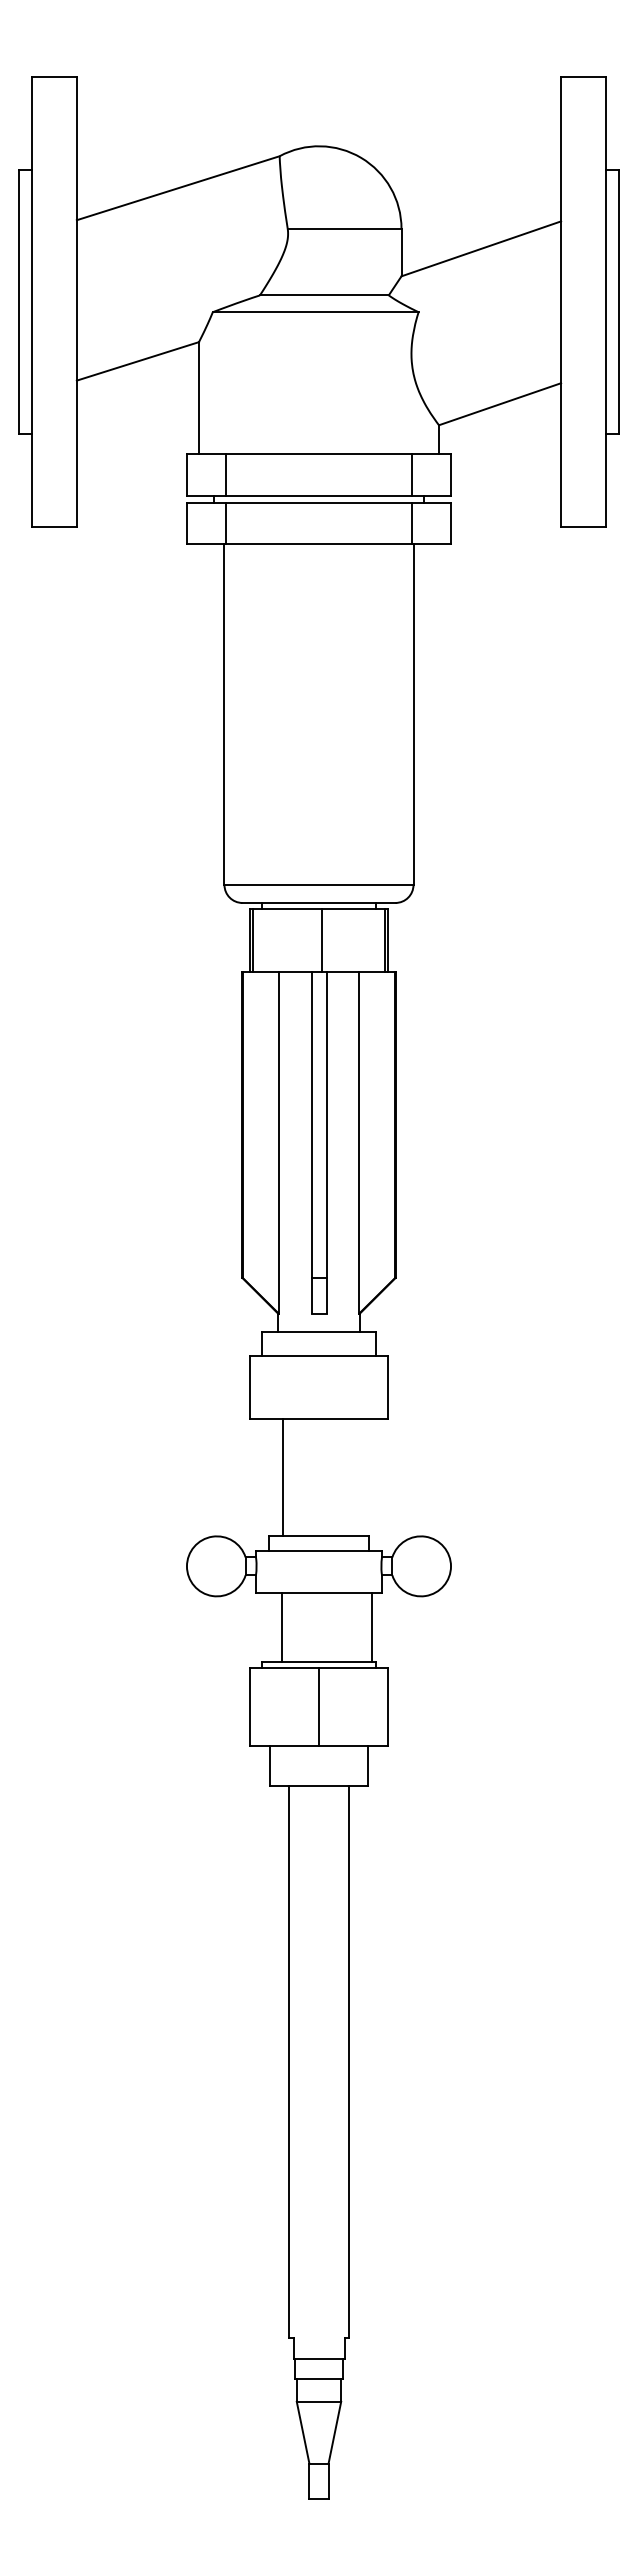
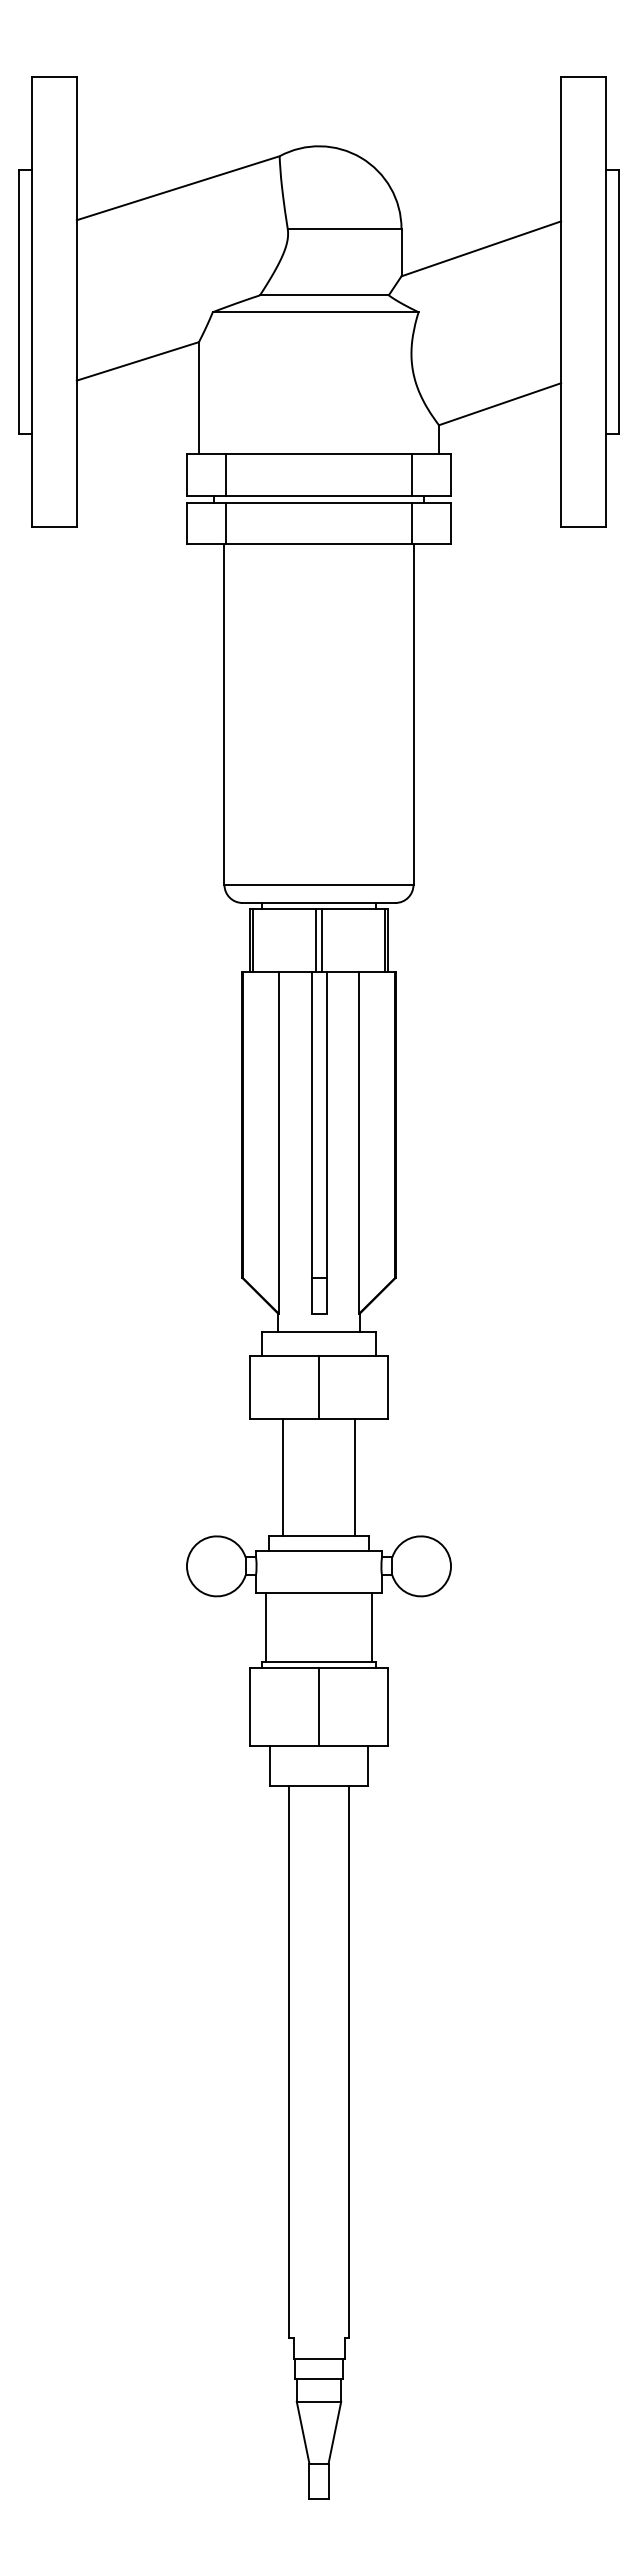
line at (315, 939): none -> present
line at (319, 1387): none -> present
line at (355, 1477): none -> present
line at (281, 1627) position: (281, 1627) -> (265, 1627)
